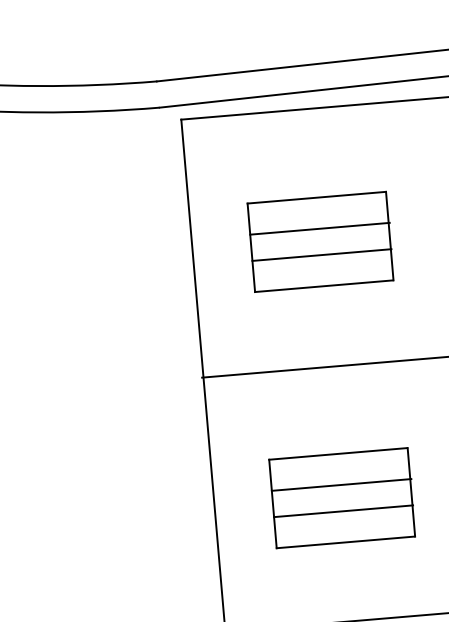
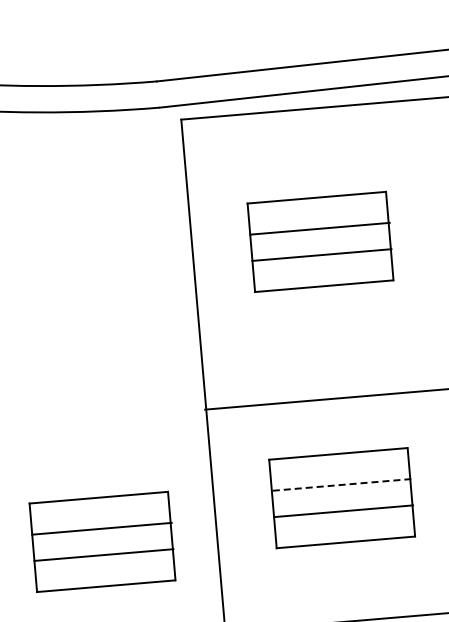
line at (323, 367) position: (323, 367) -> (325, 399)
line at (341, 484): solid -> dashed
part at (102, 541): none -> present
